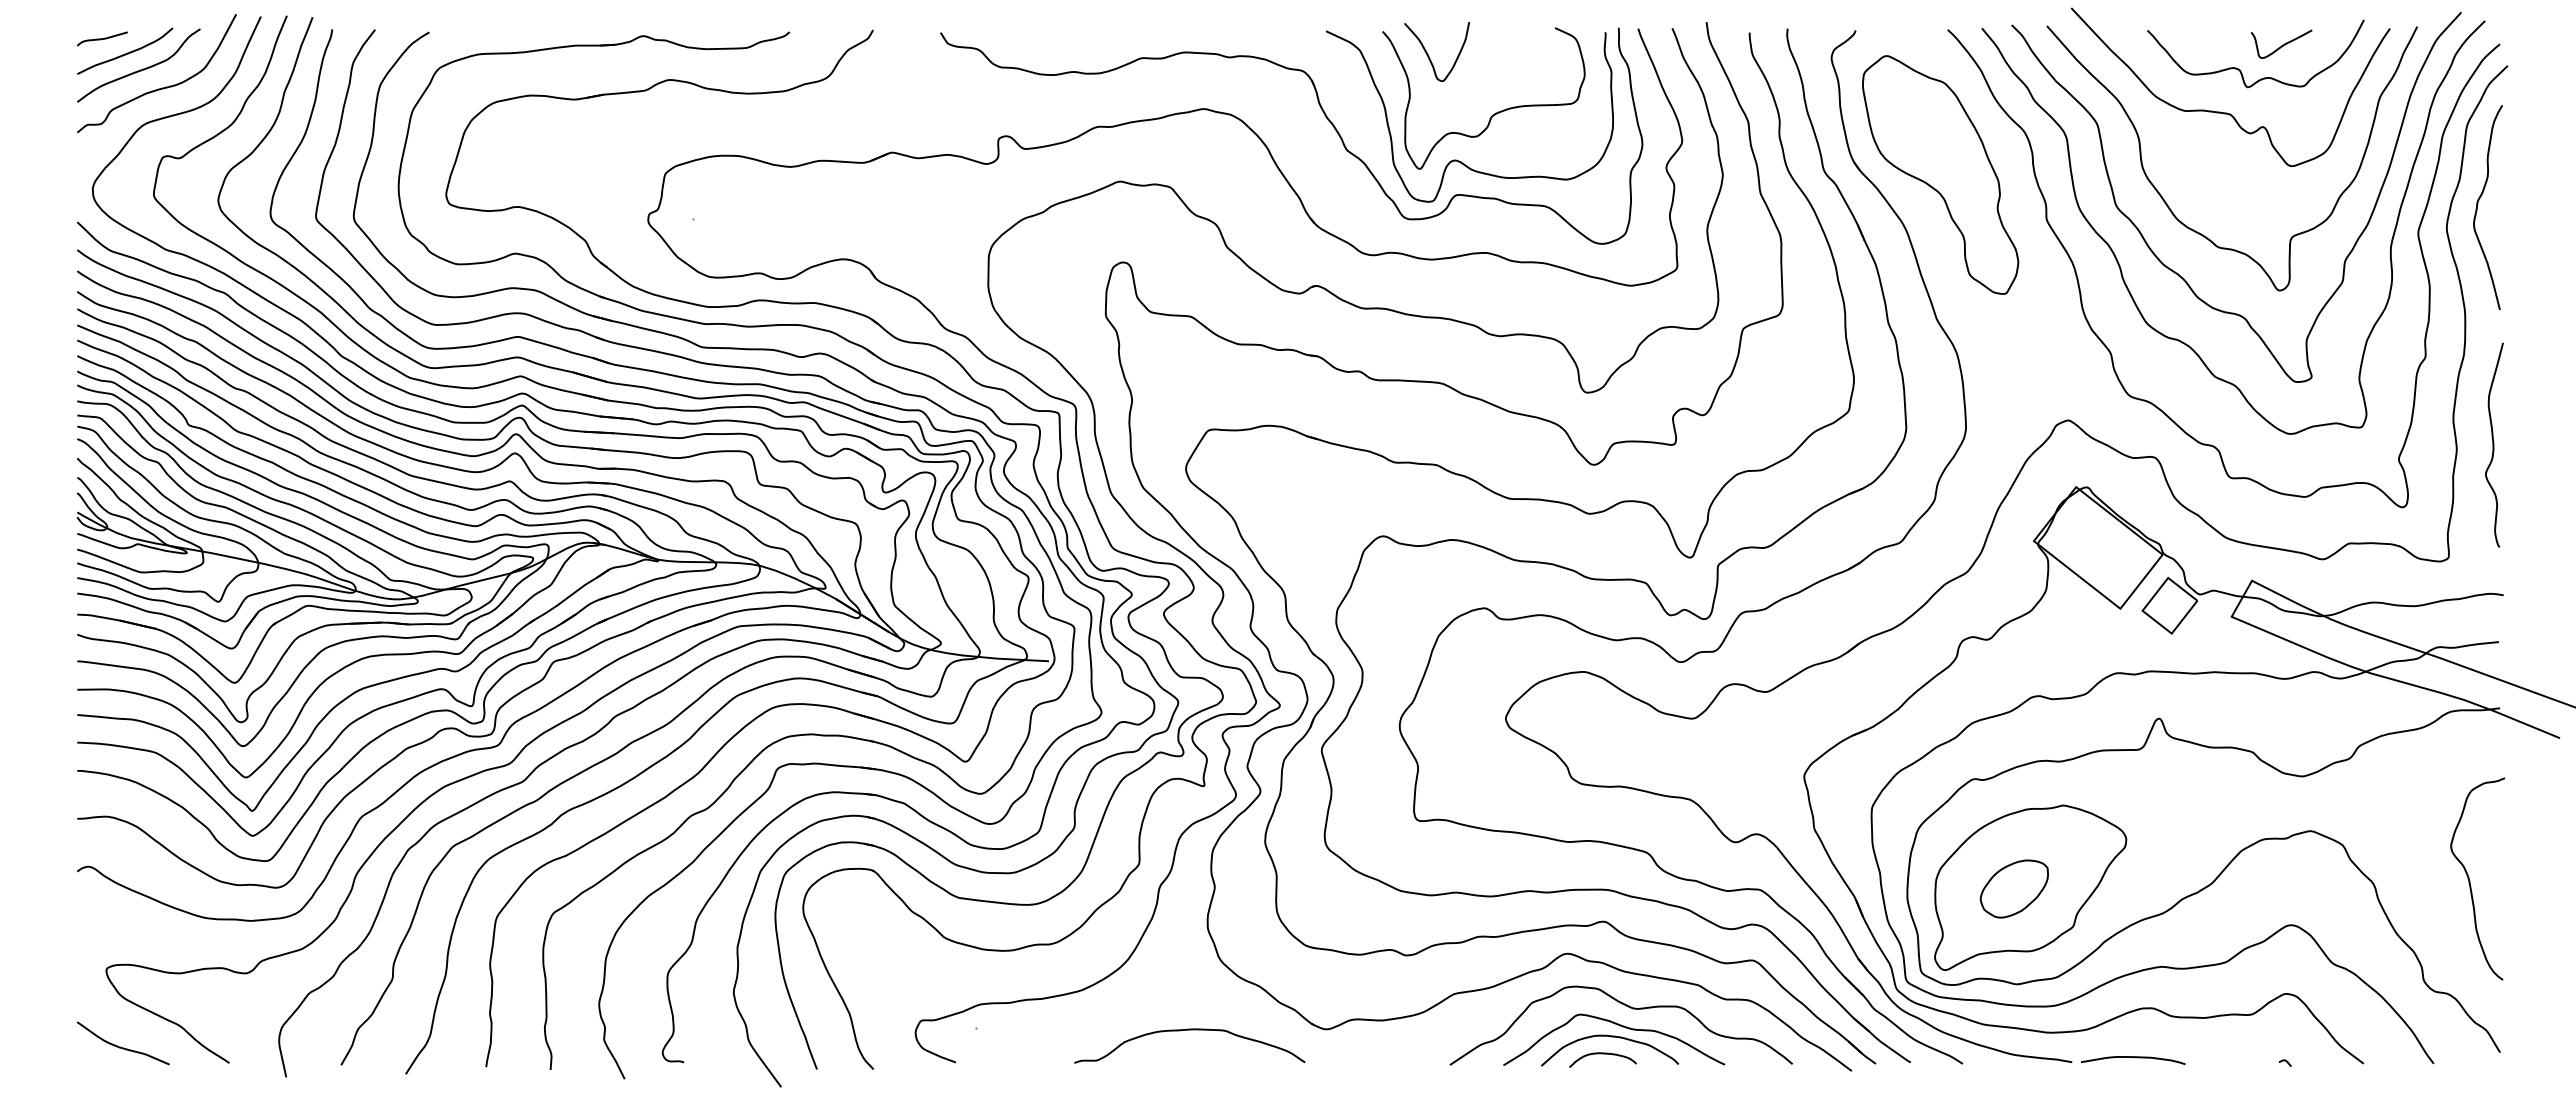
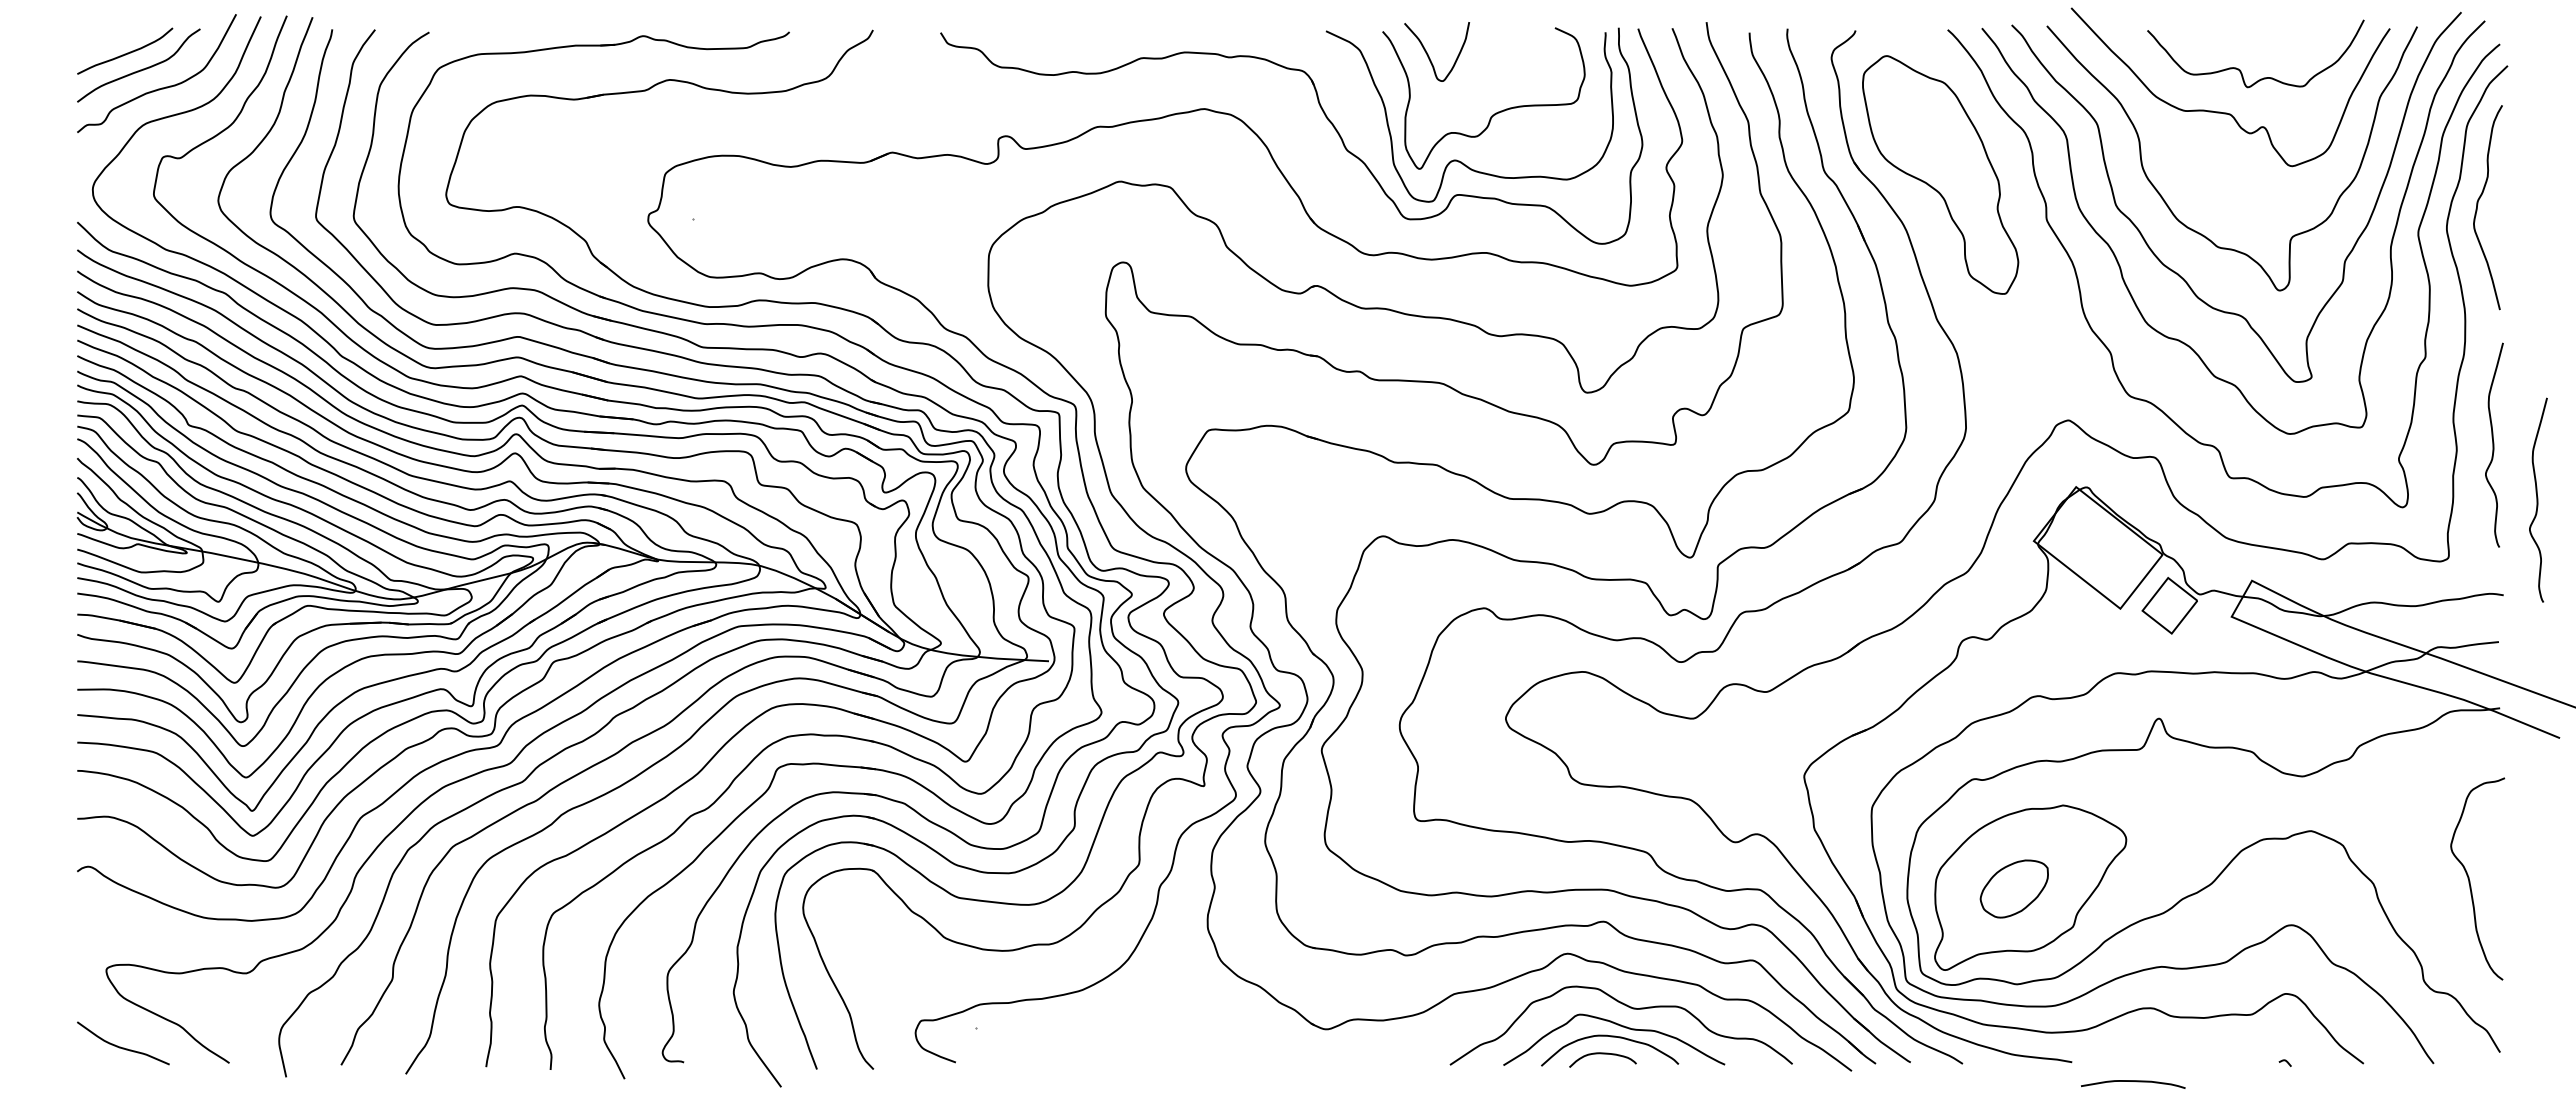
curve at (102, 38): present -> none
curve at (2282, 44): present -> none
curve at (2538, 499): none -> present
curve at (1189, 1030): present -> none
curve at (2133, 1057) position: (2133, 1057) -> (2133, 1081)
